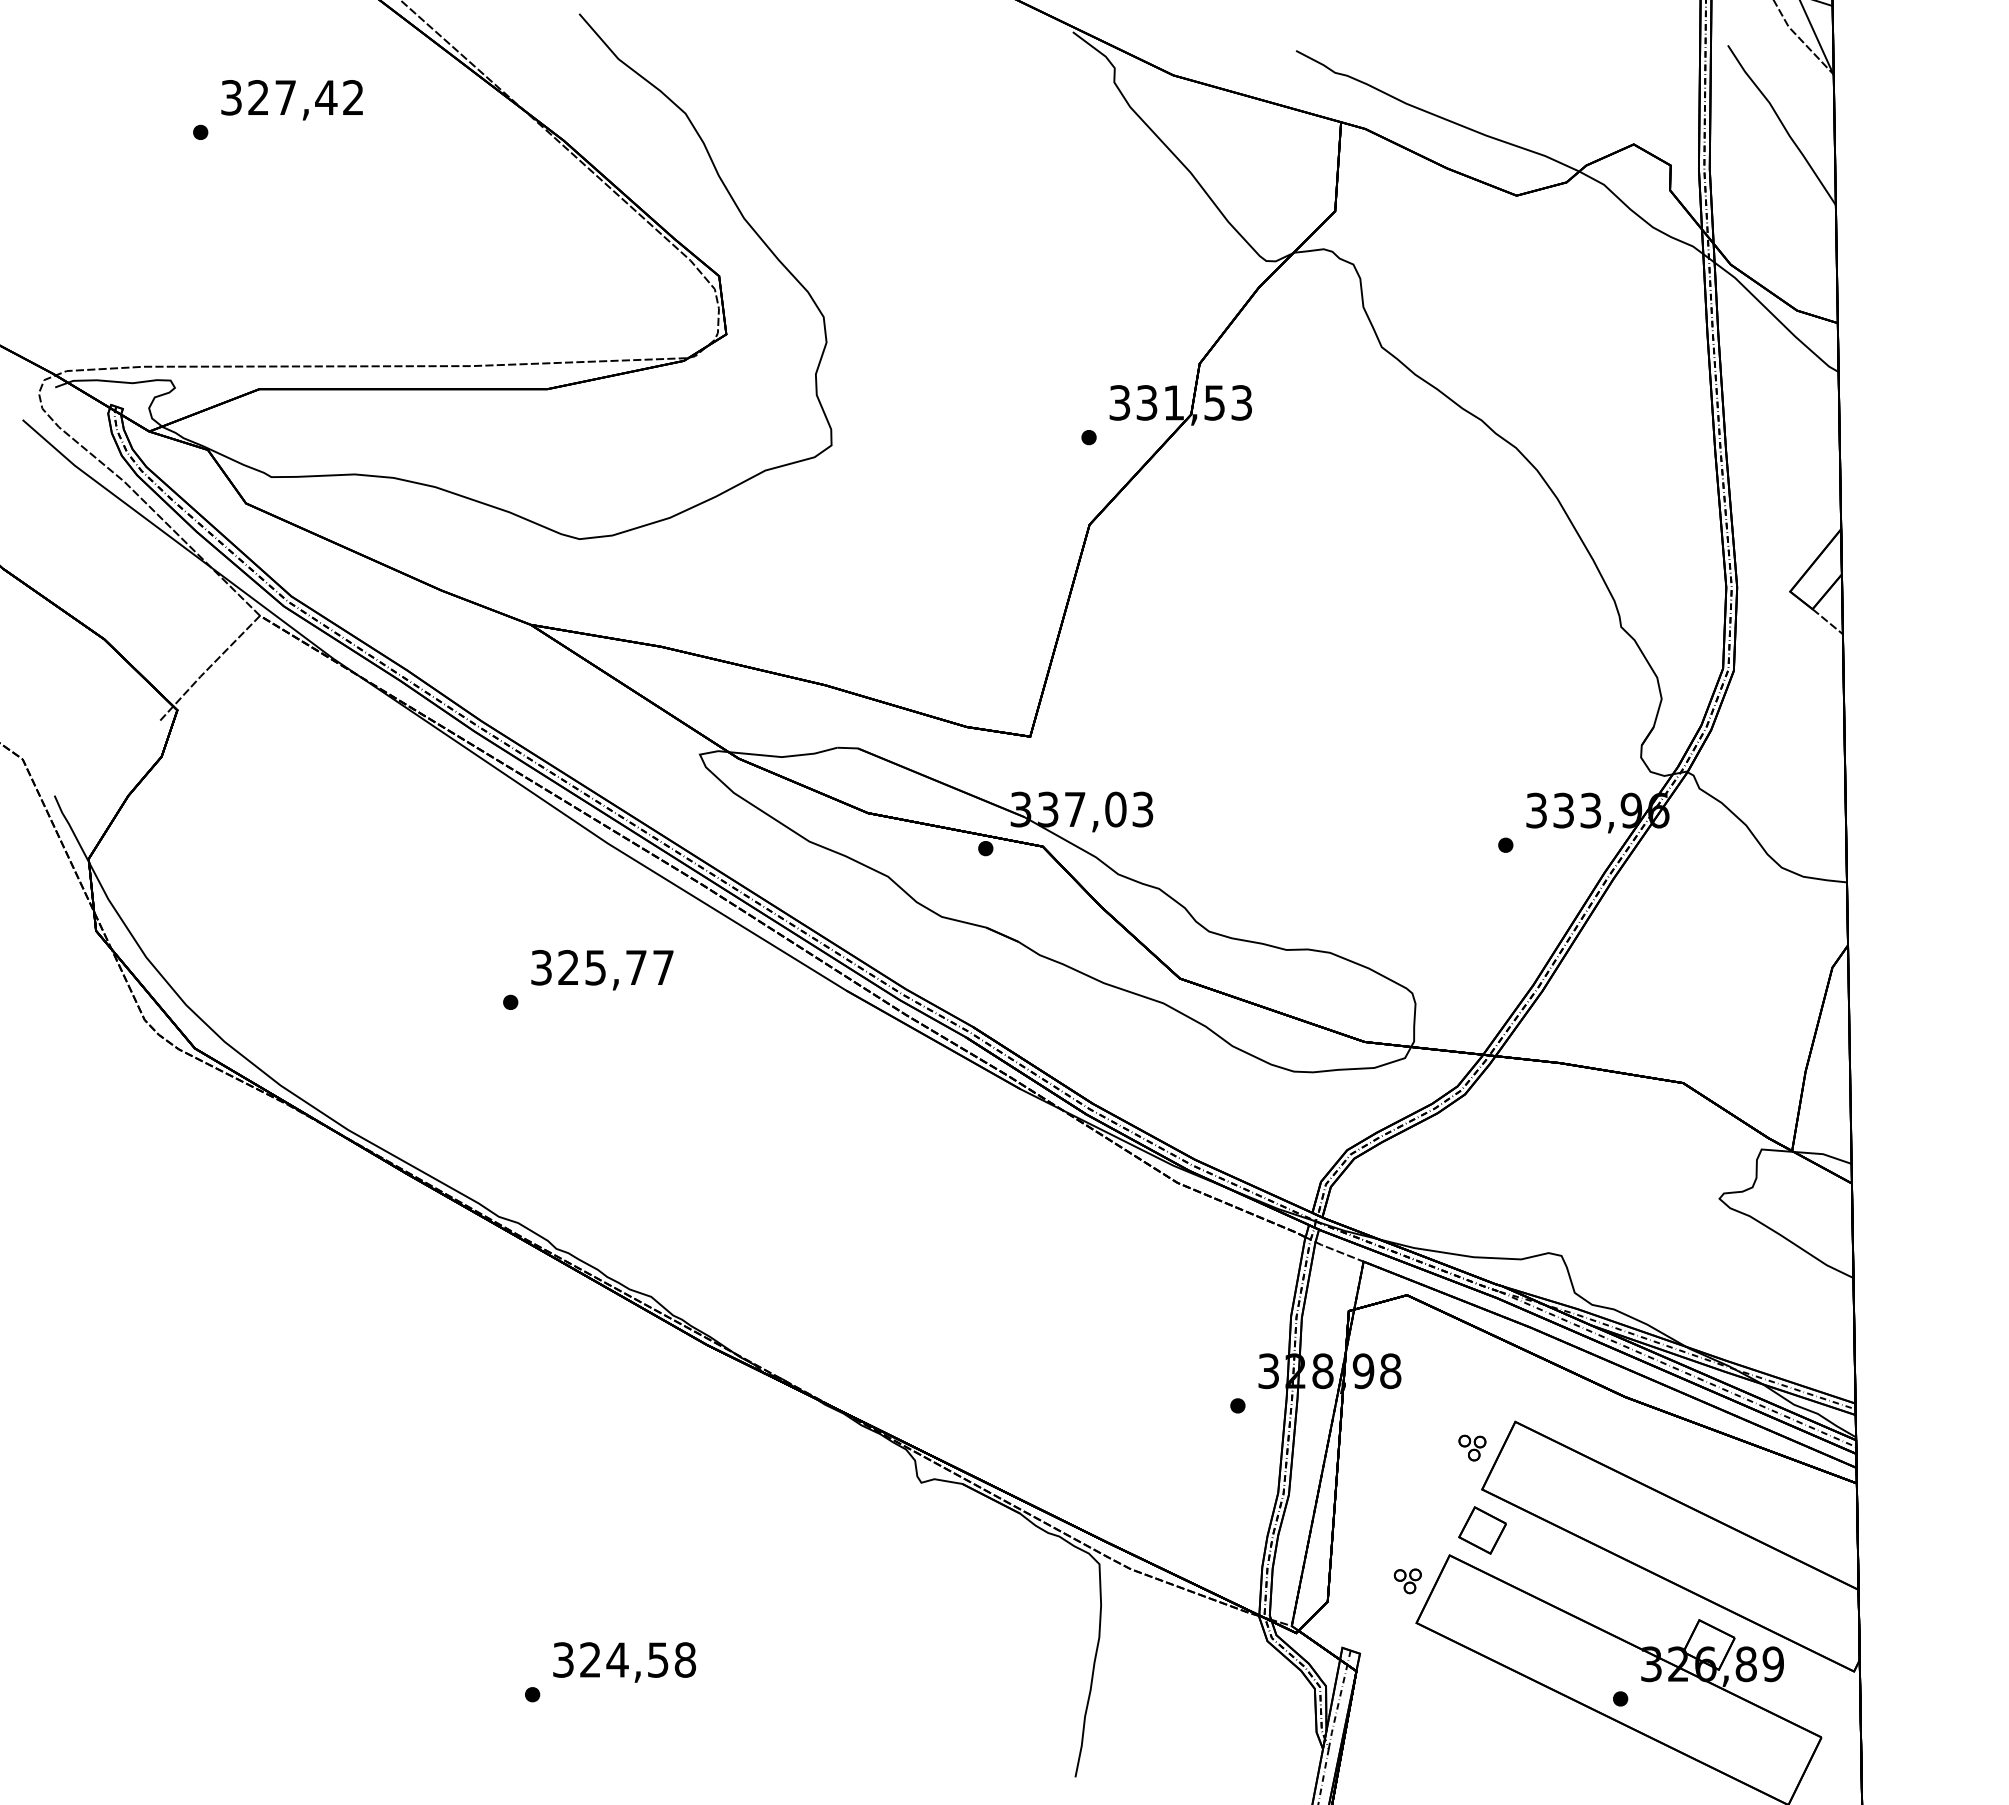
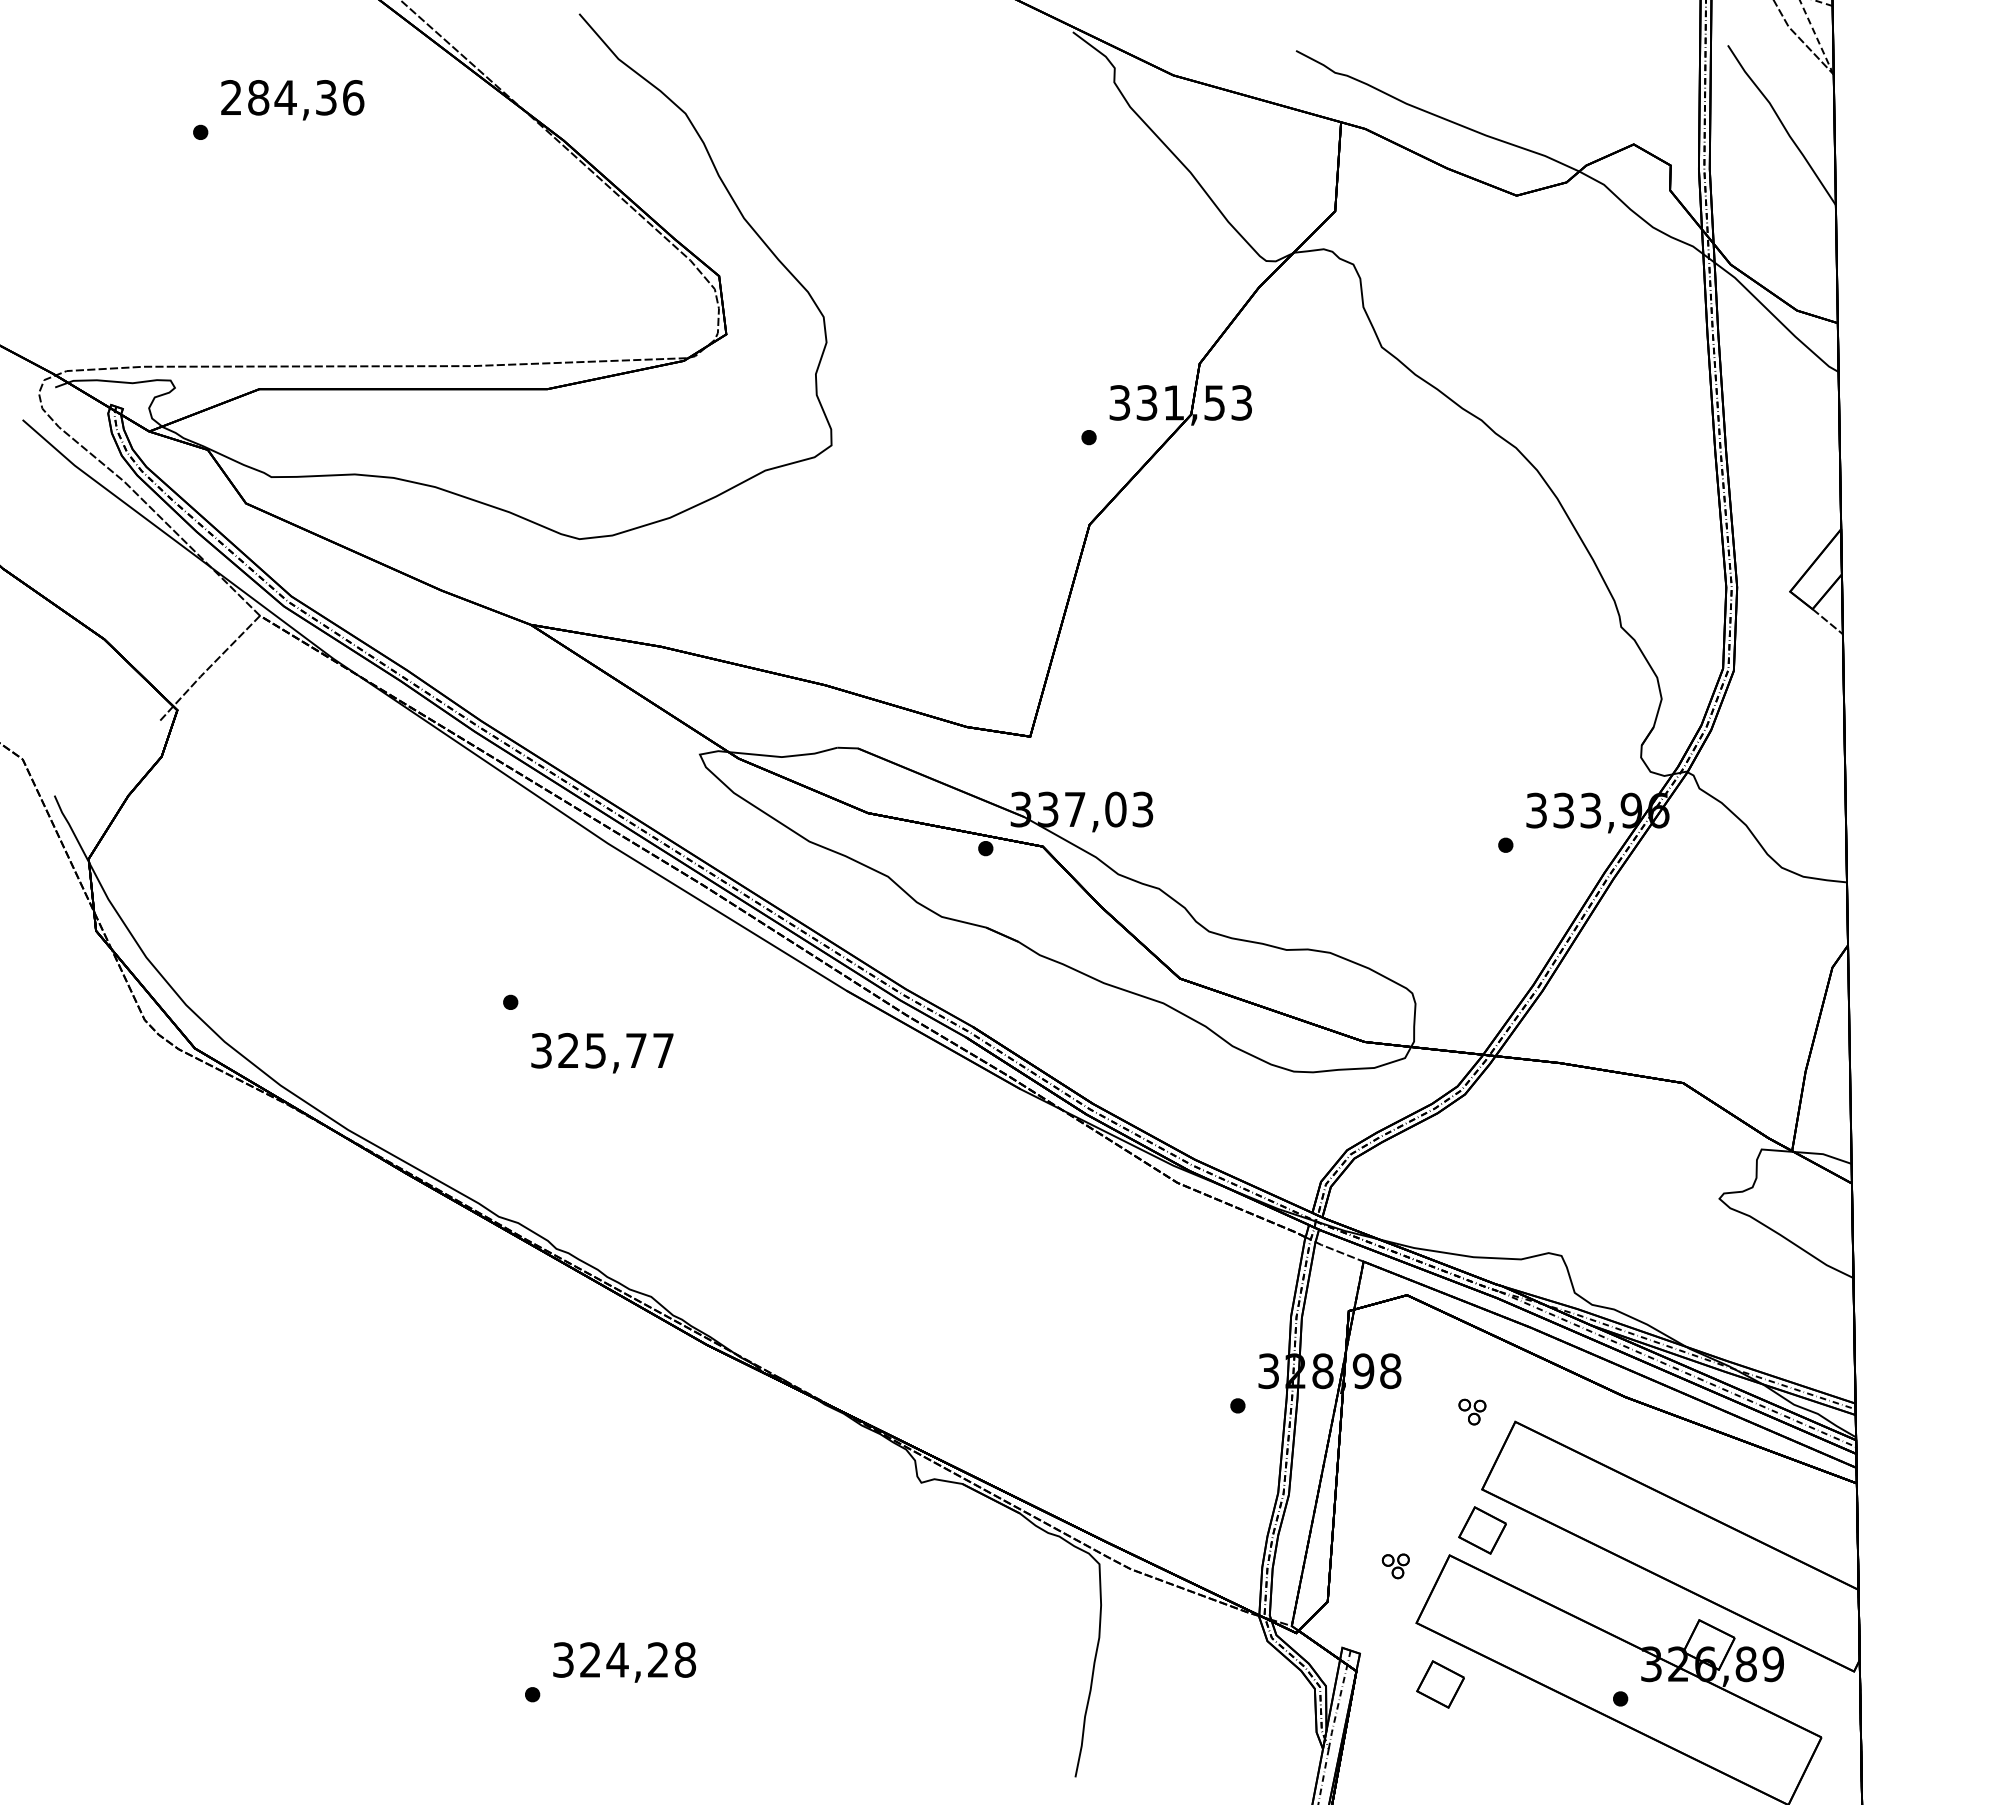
line at (1812, 28): solid -> dashed
text at (292, 97): 327,42 -> 284,36
text at (602, 970) position: (602, 970) -> (602, 1053)
part at (1472, 1447) position: (1472, 1447) -> (1472, 1411)
part at (1407, 1581) position: (1407, 1581) -> (1395, 1566)
text at (658, 1659): 324,58 -> 324,28
part at (1440, 1684): none -> present
